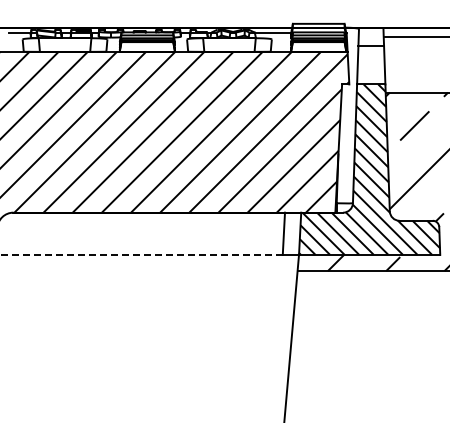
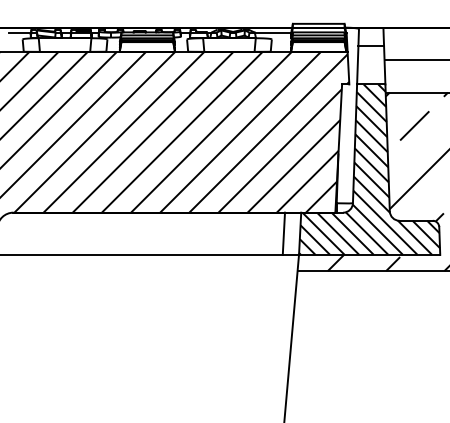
line at (415, 37) position: (415, 37) -> (415, 60)
line at (141, 254): dashed -> solid
